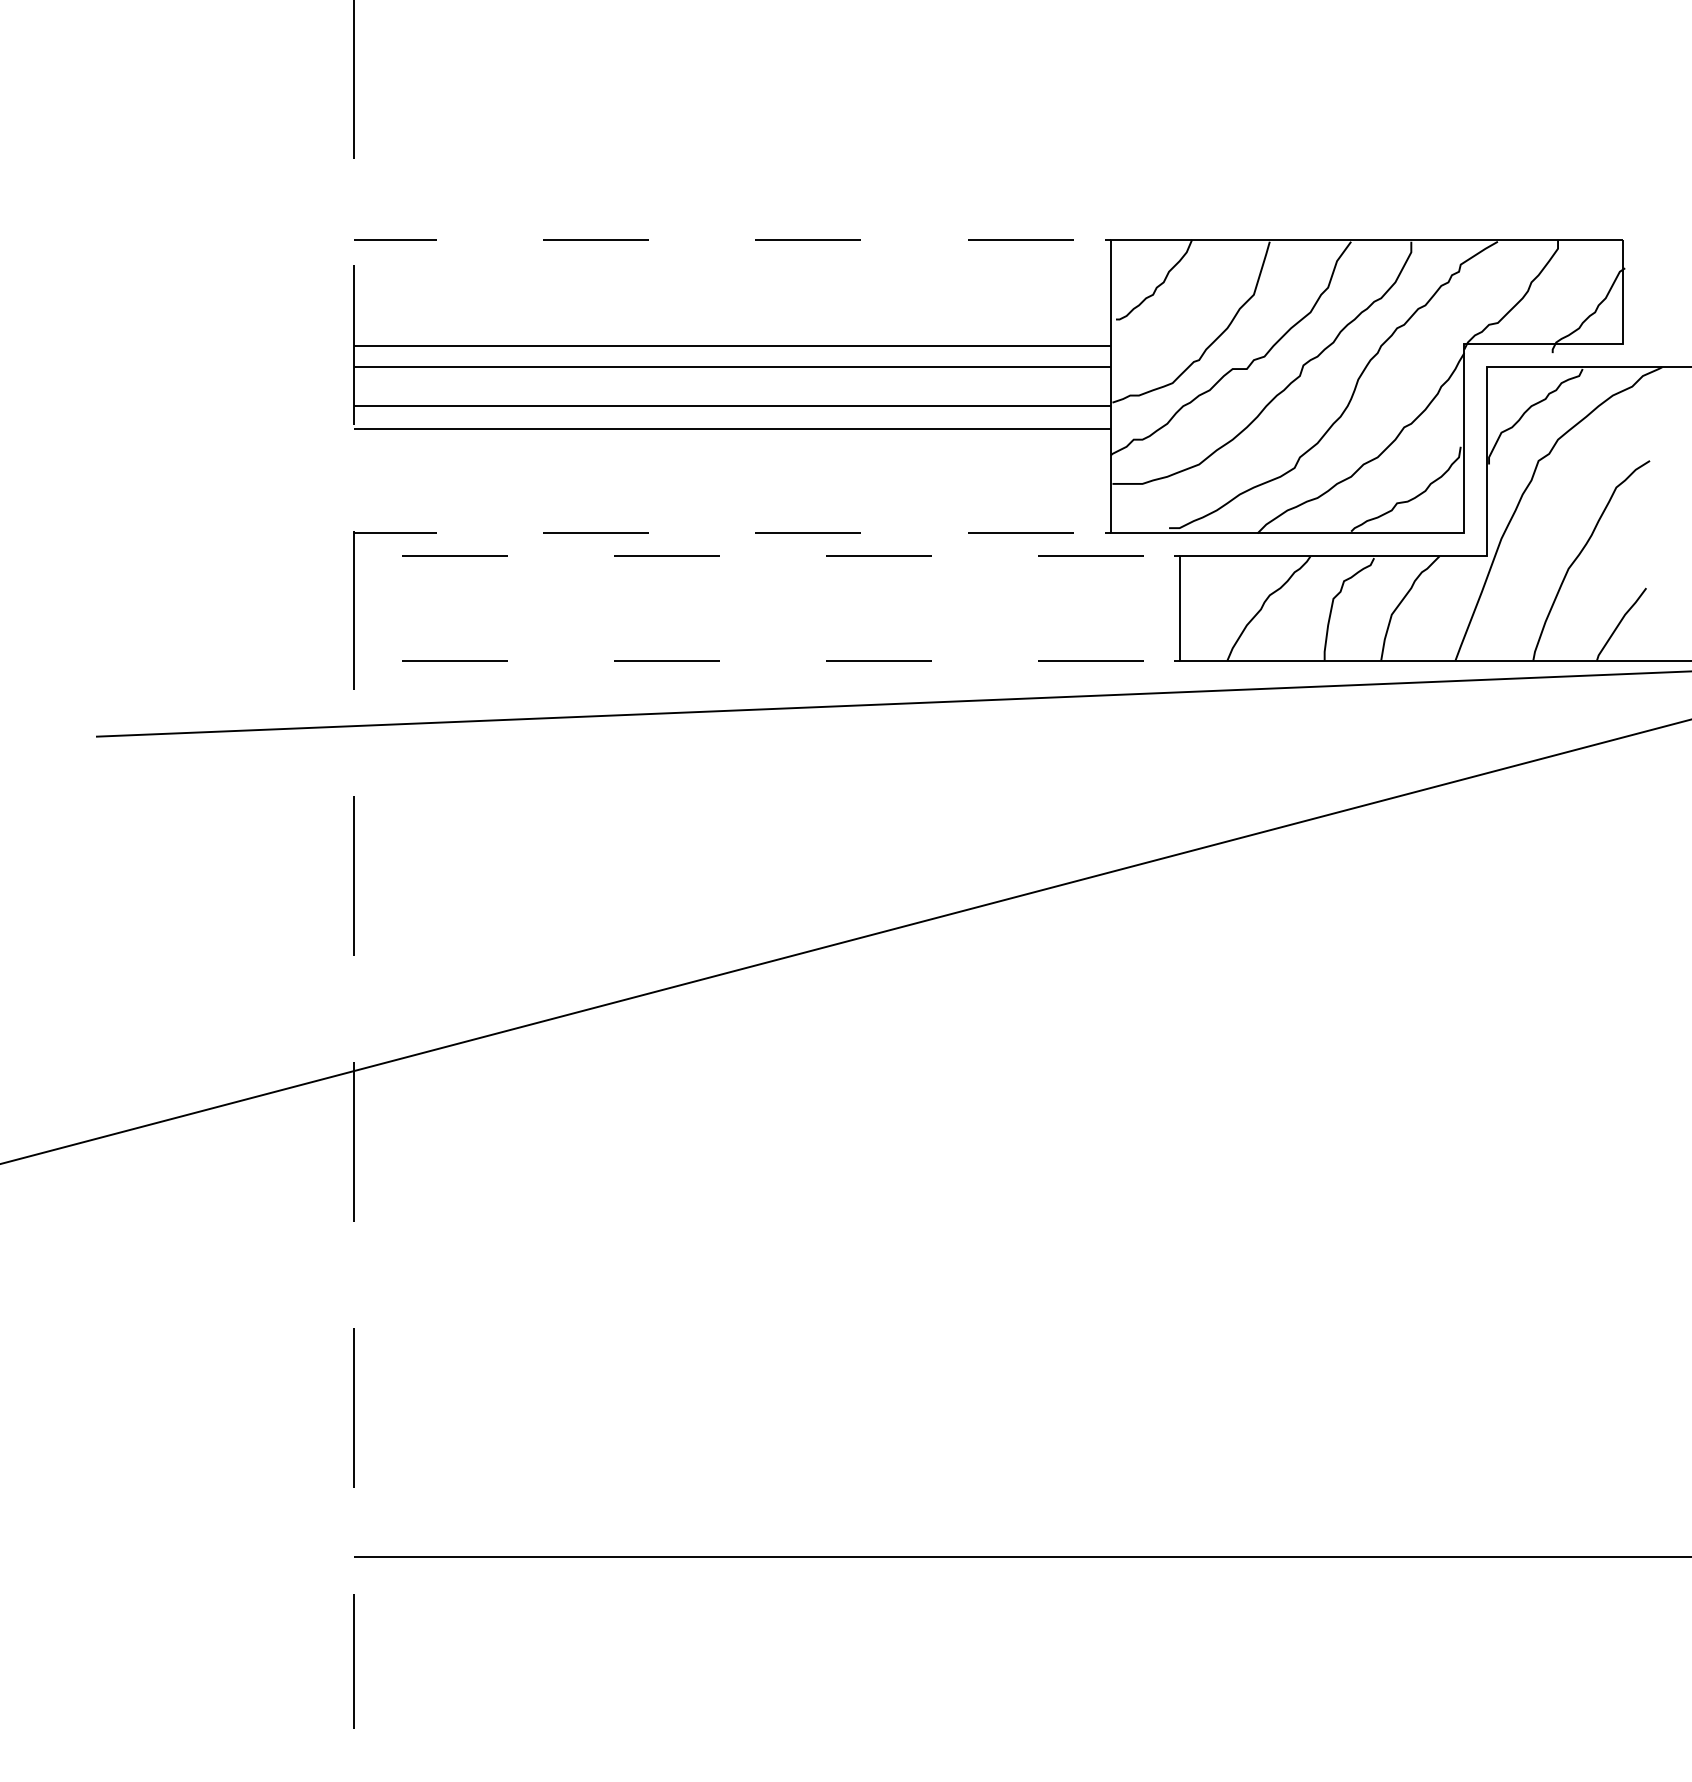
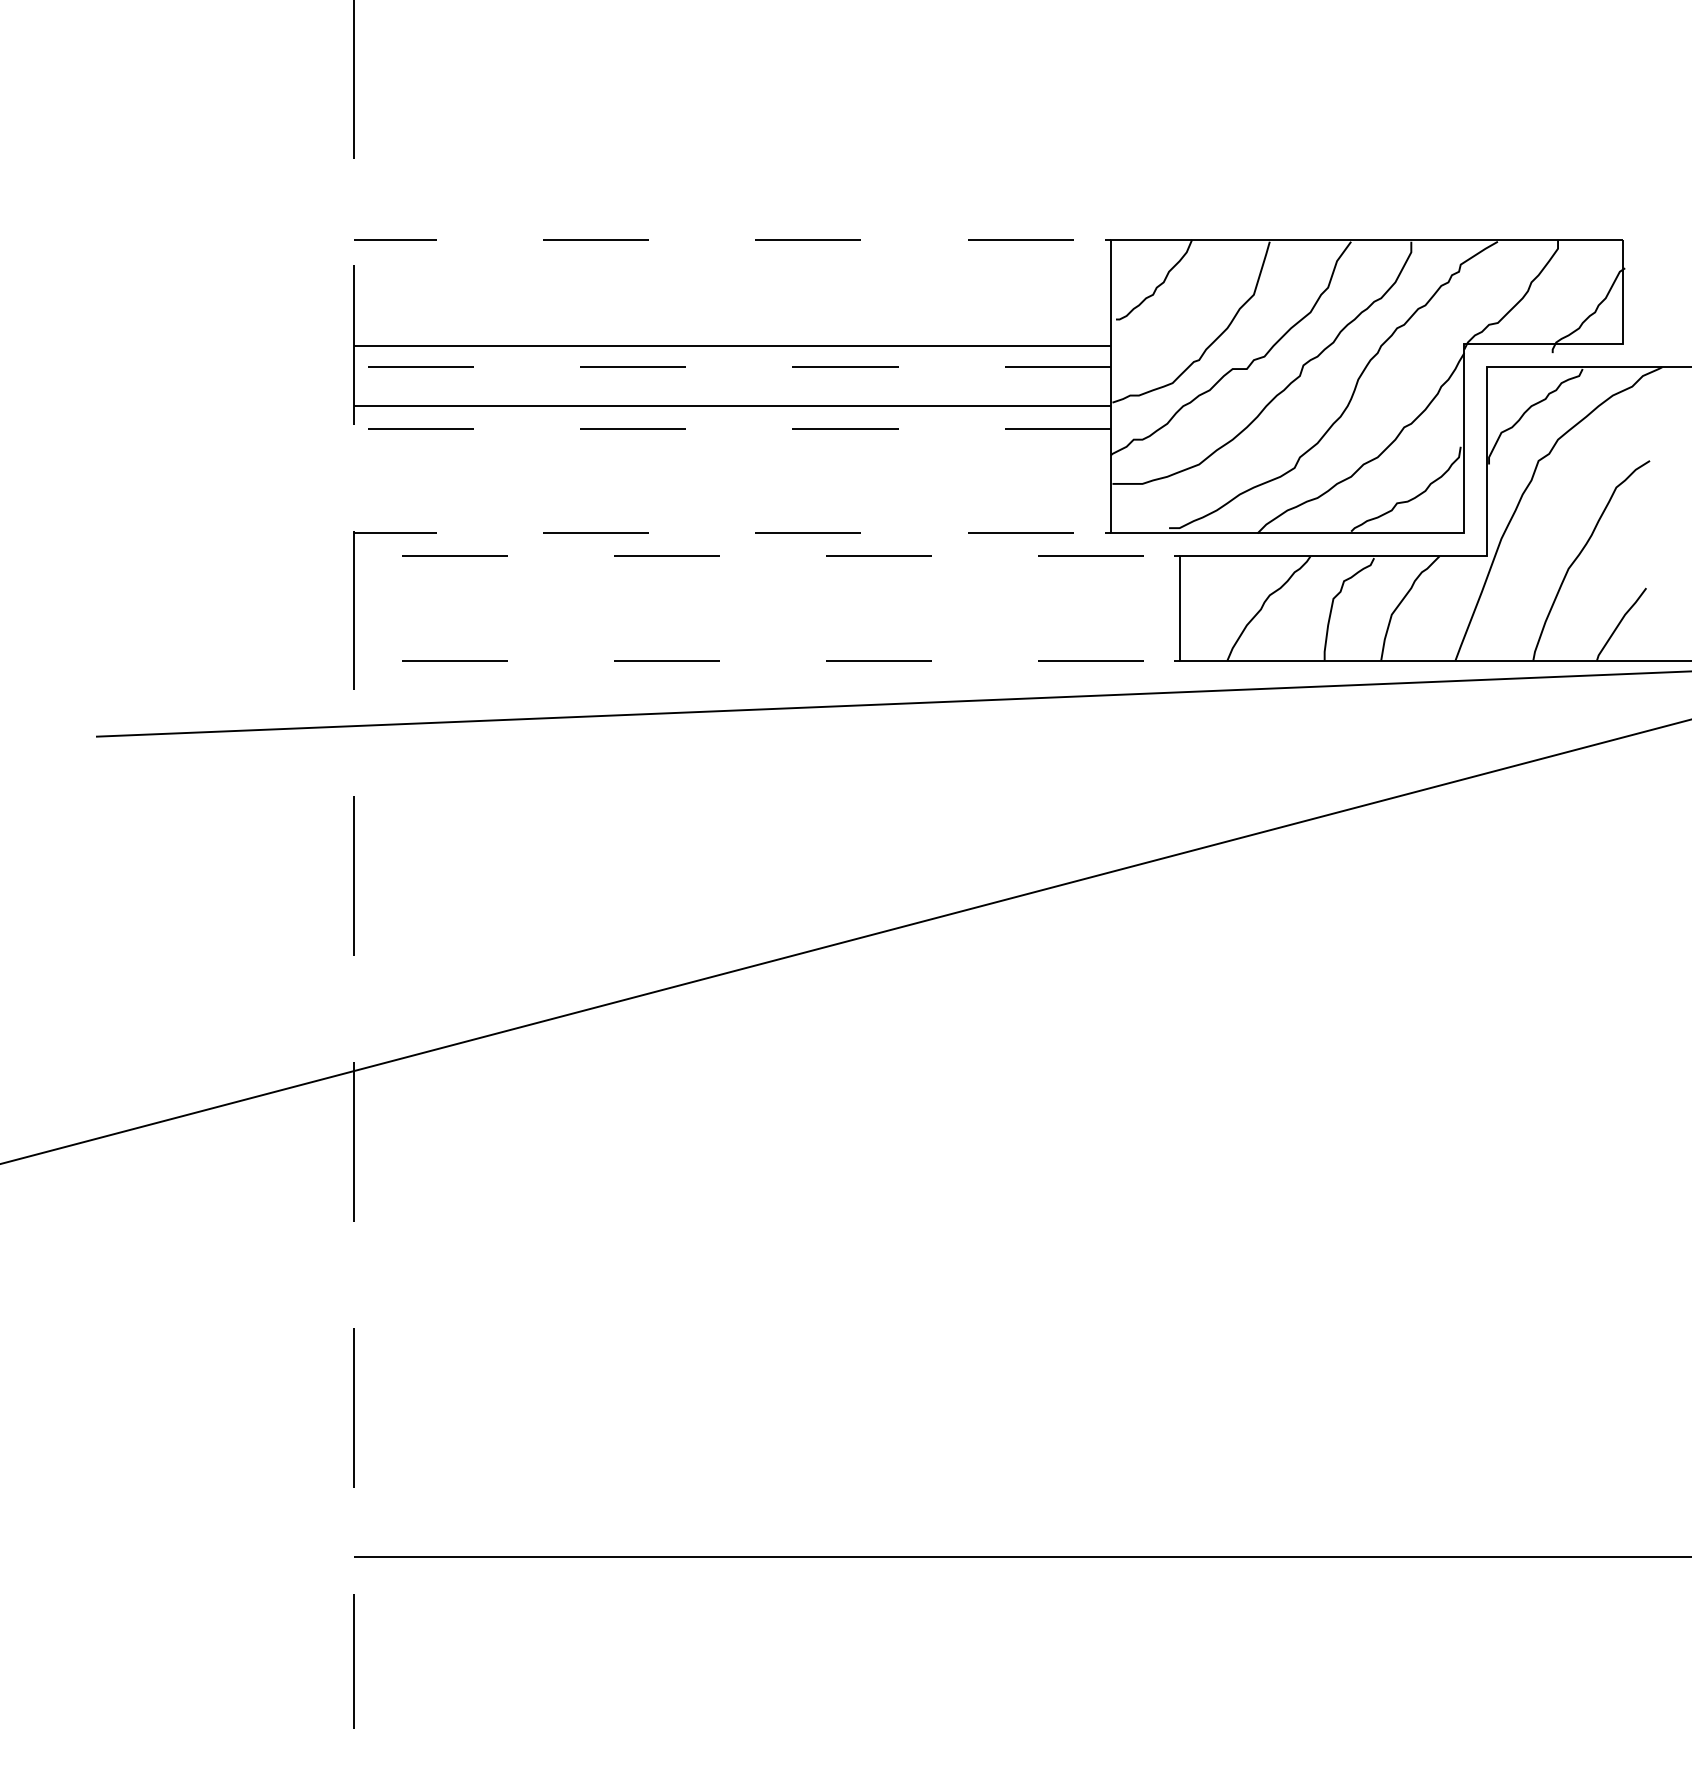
line at (731, 367): solid -> dashed
line at (731, 429): solid -> dashed
